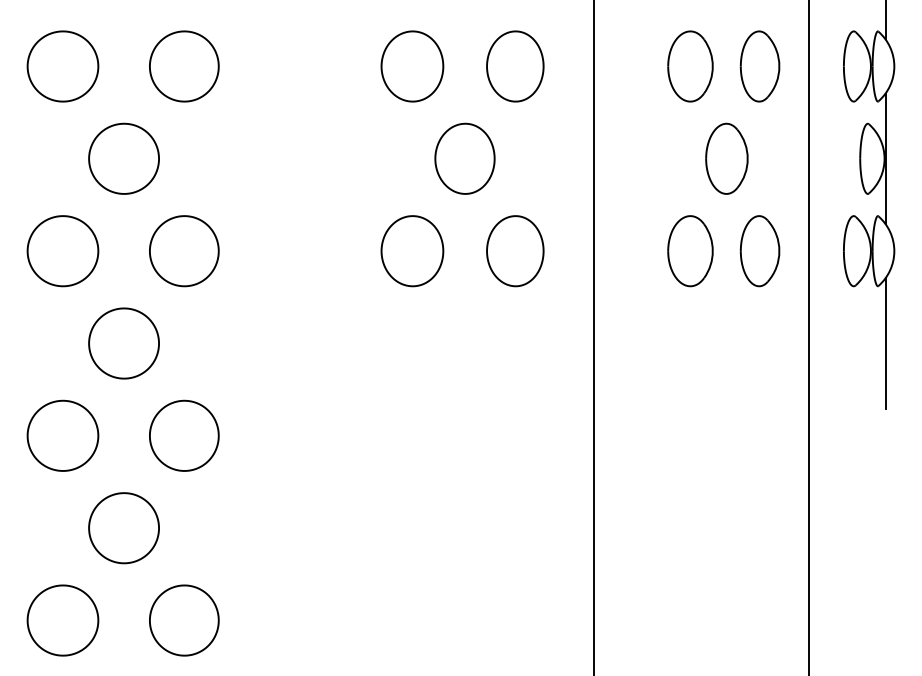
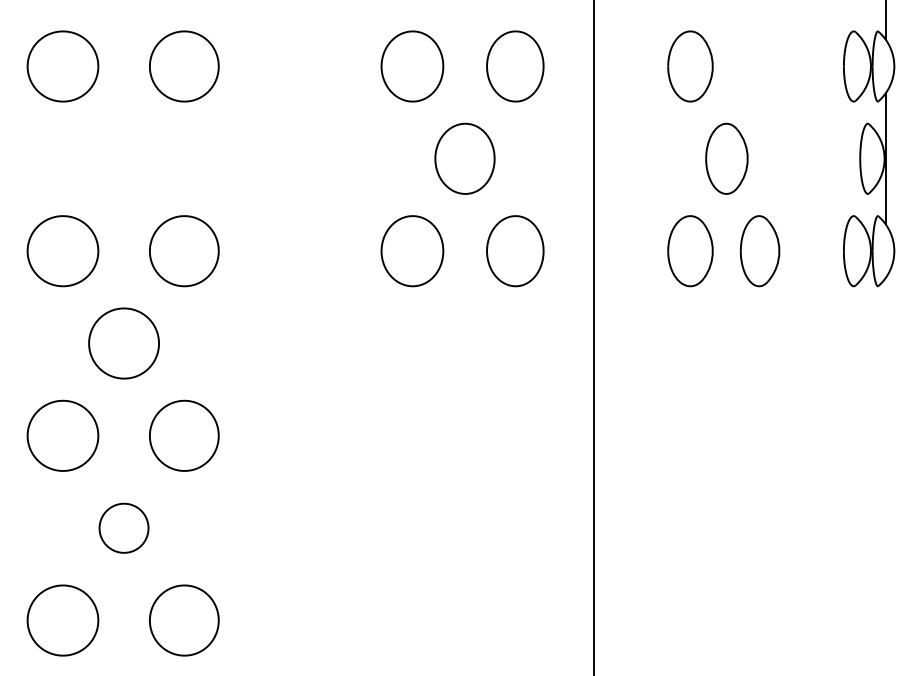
part at (759, 66): present -> none
part at (123, 158): present -> none
line at (809, 337): present -> none
line at (885, 343): present -> none
part at (123, 528) size: 72x73 px -> 52x52 px
